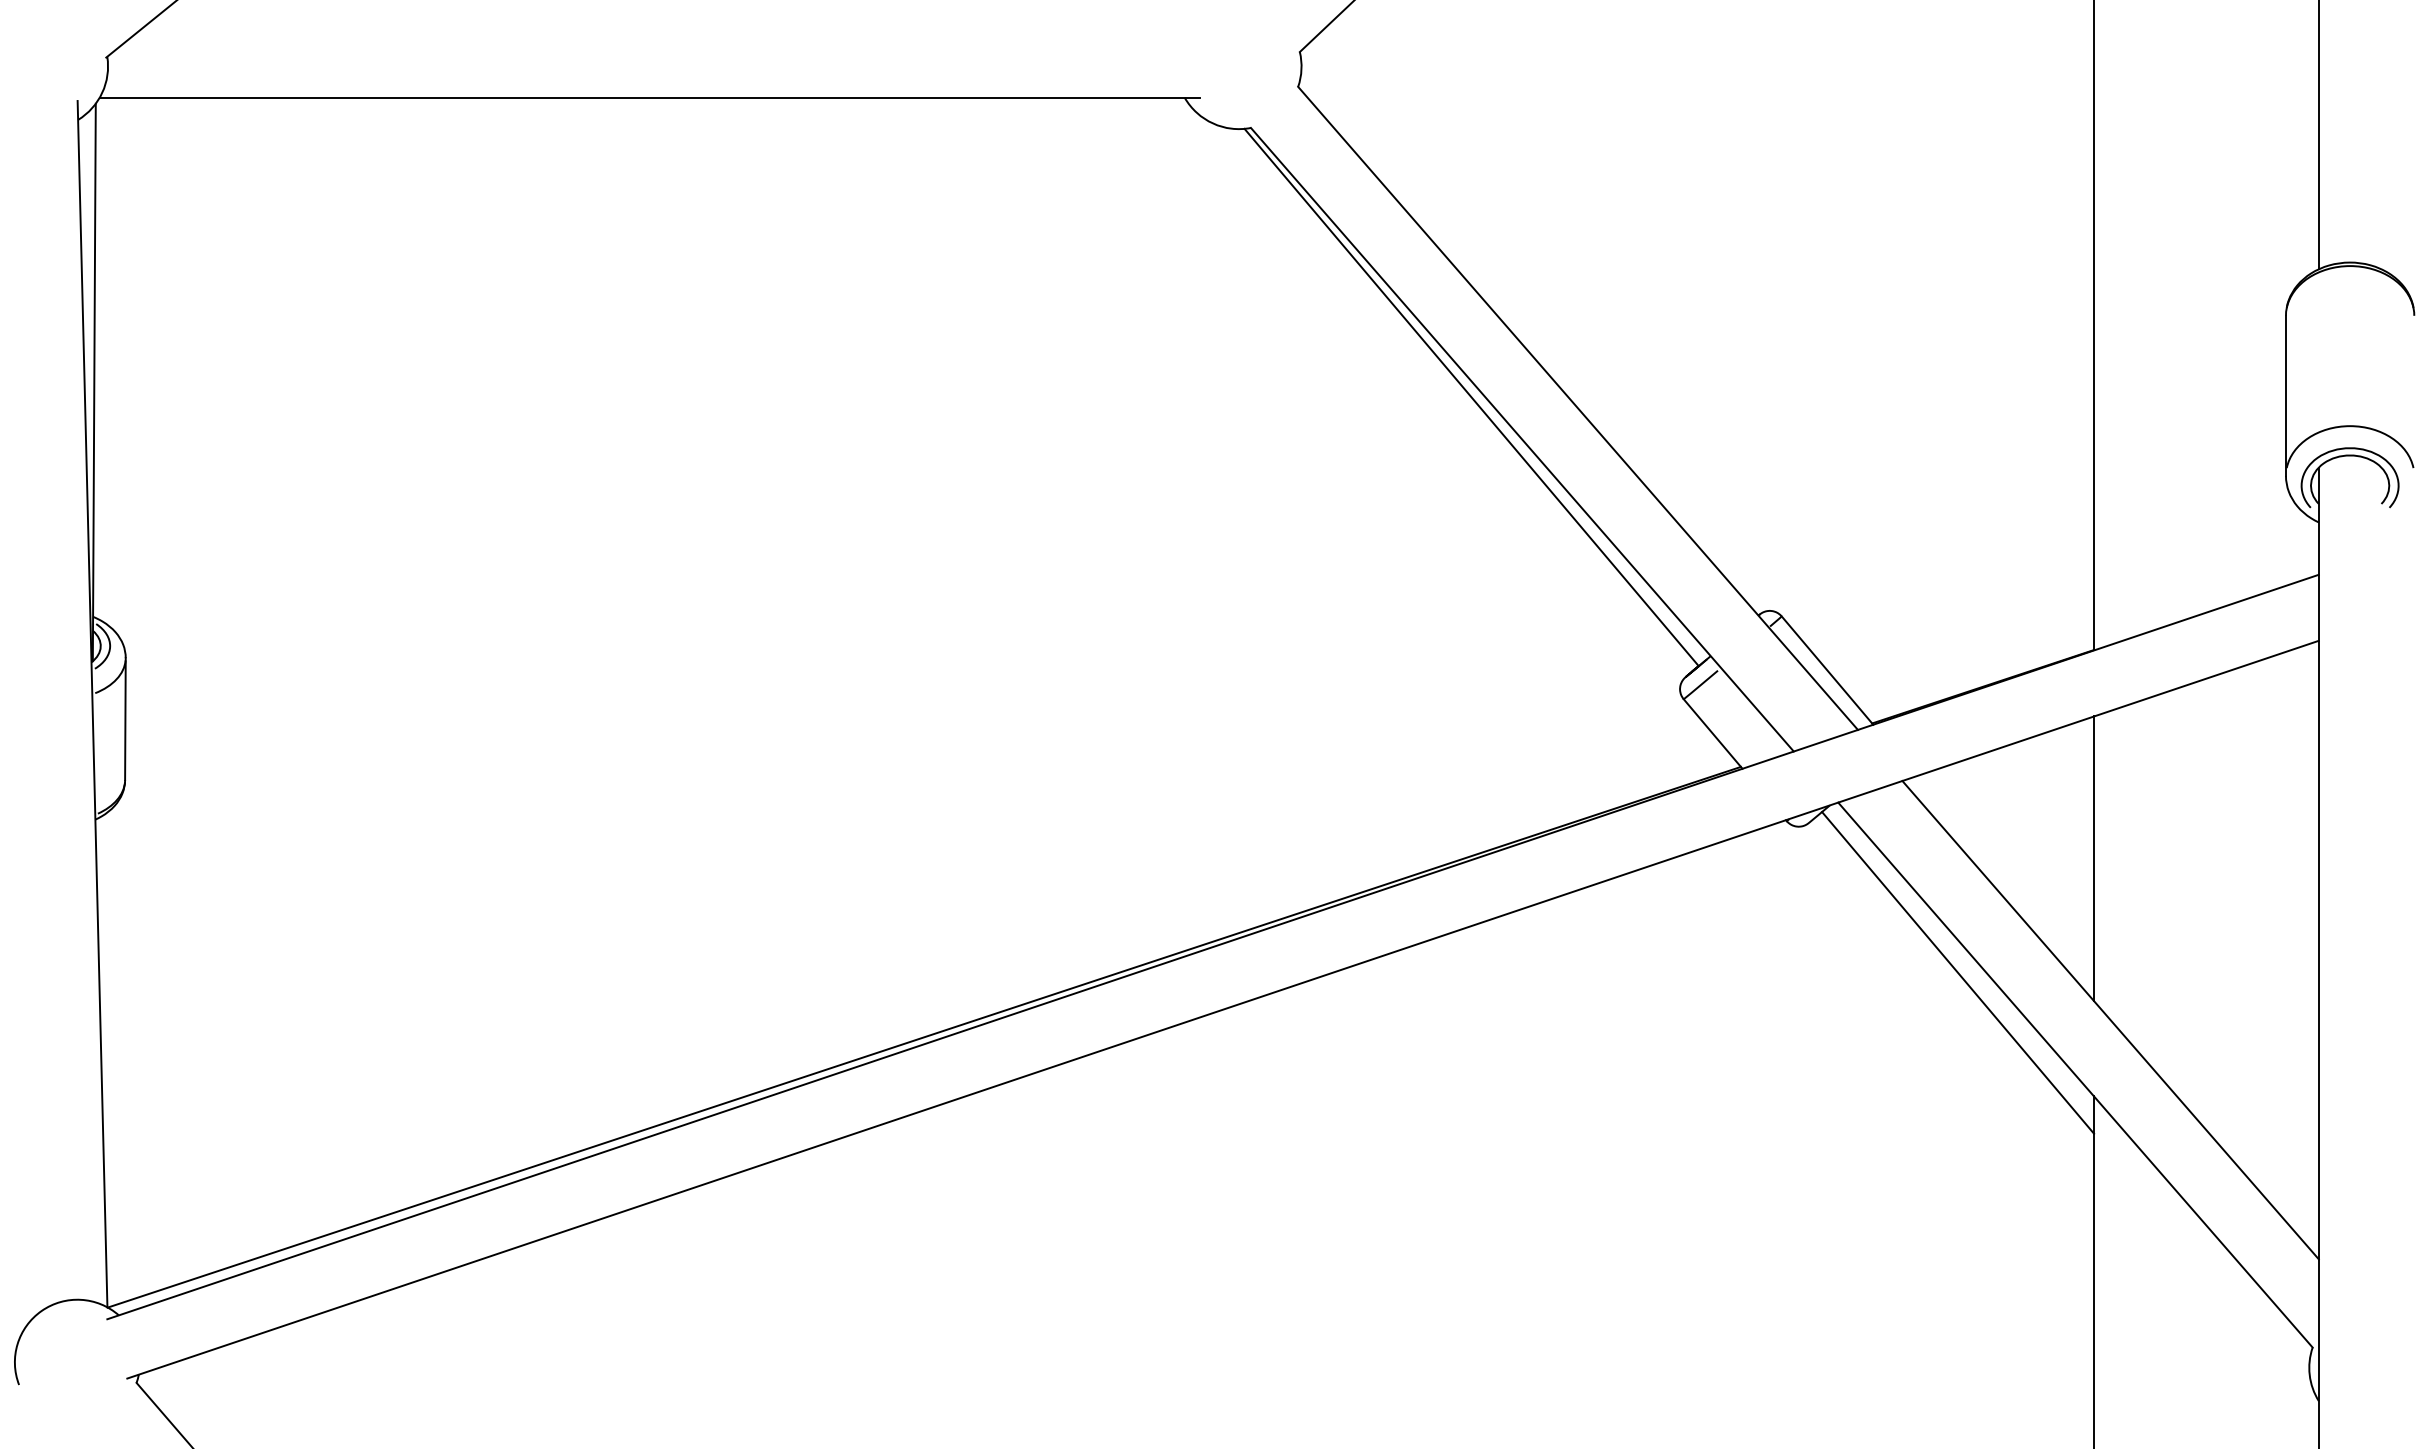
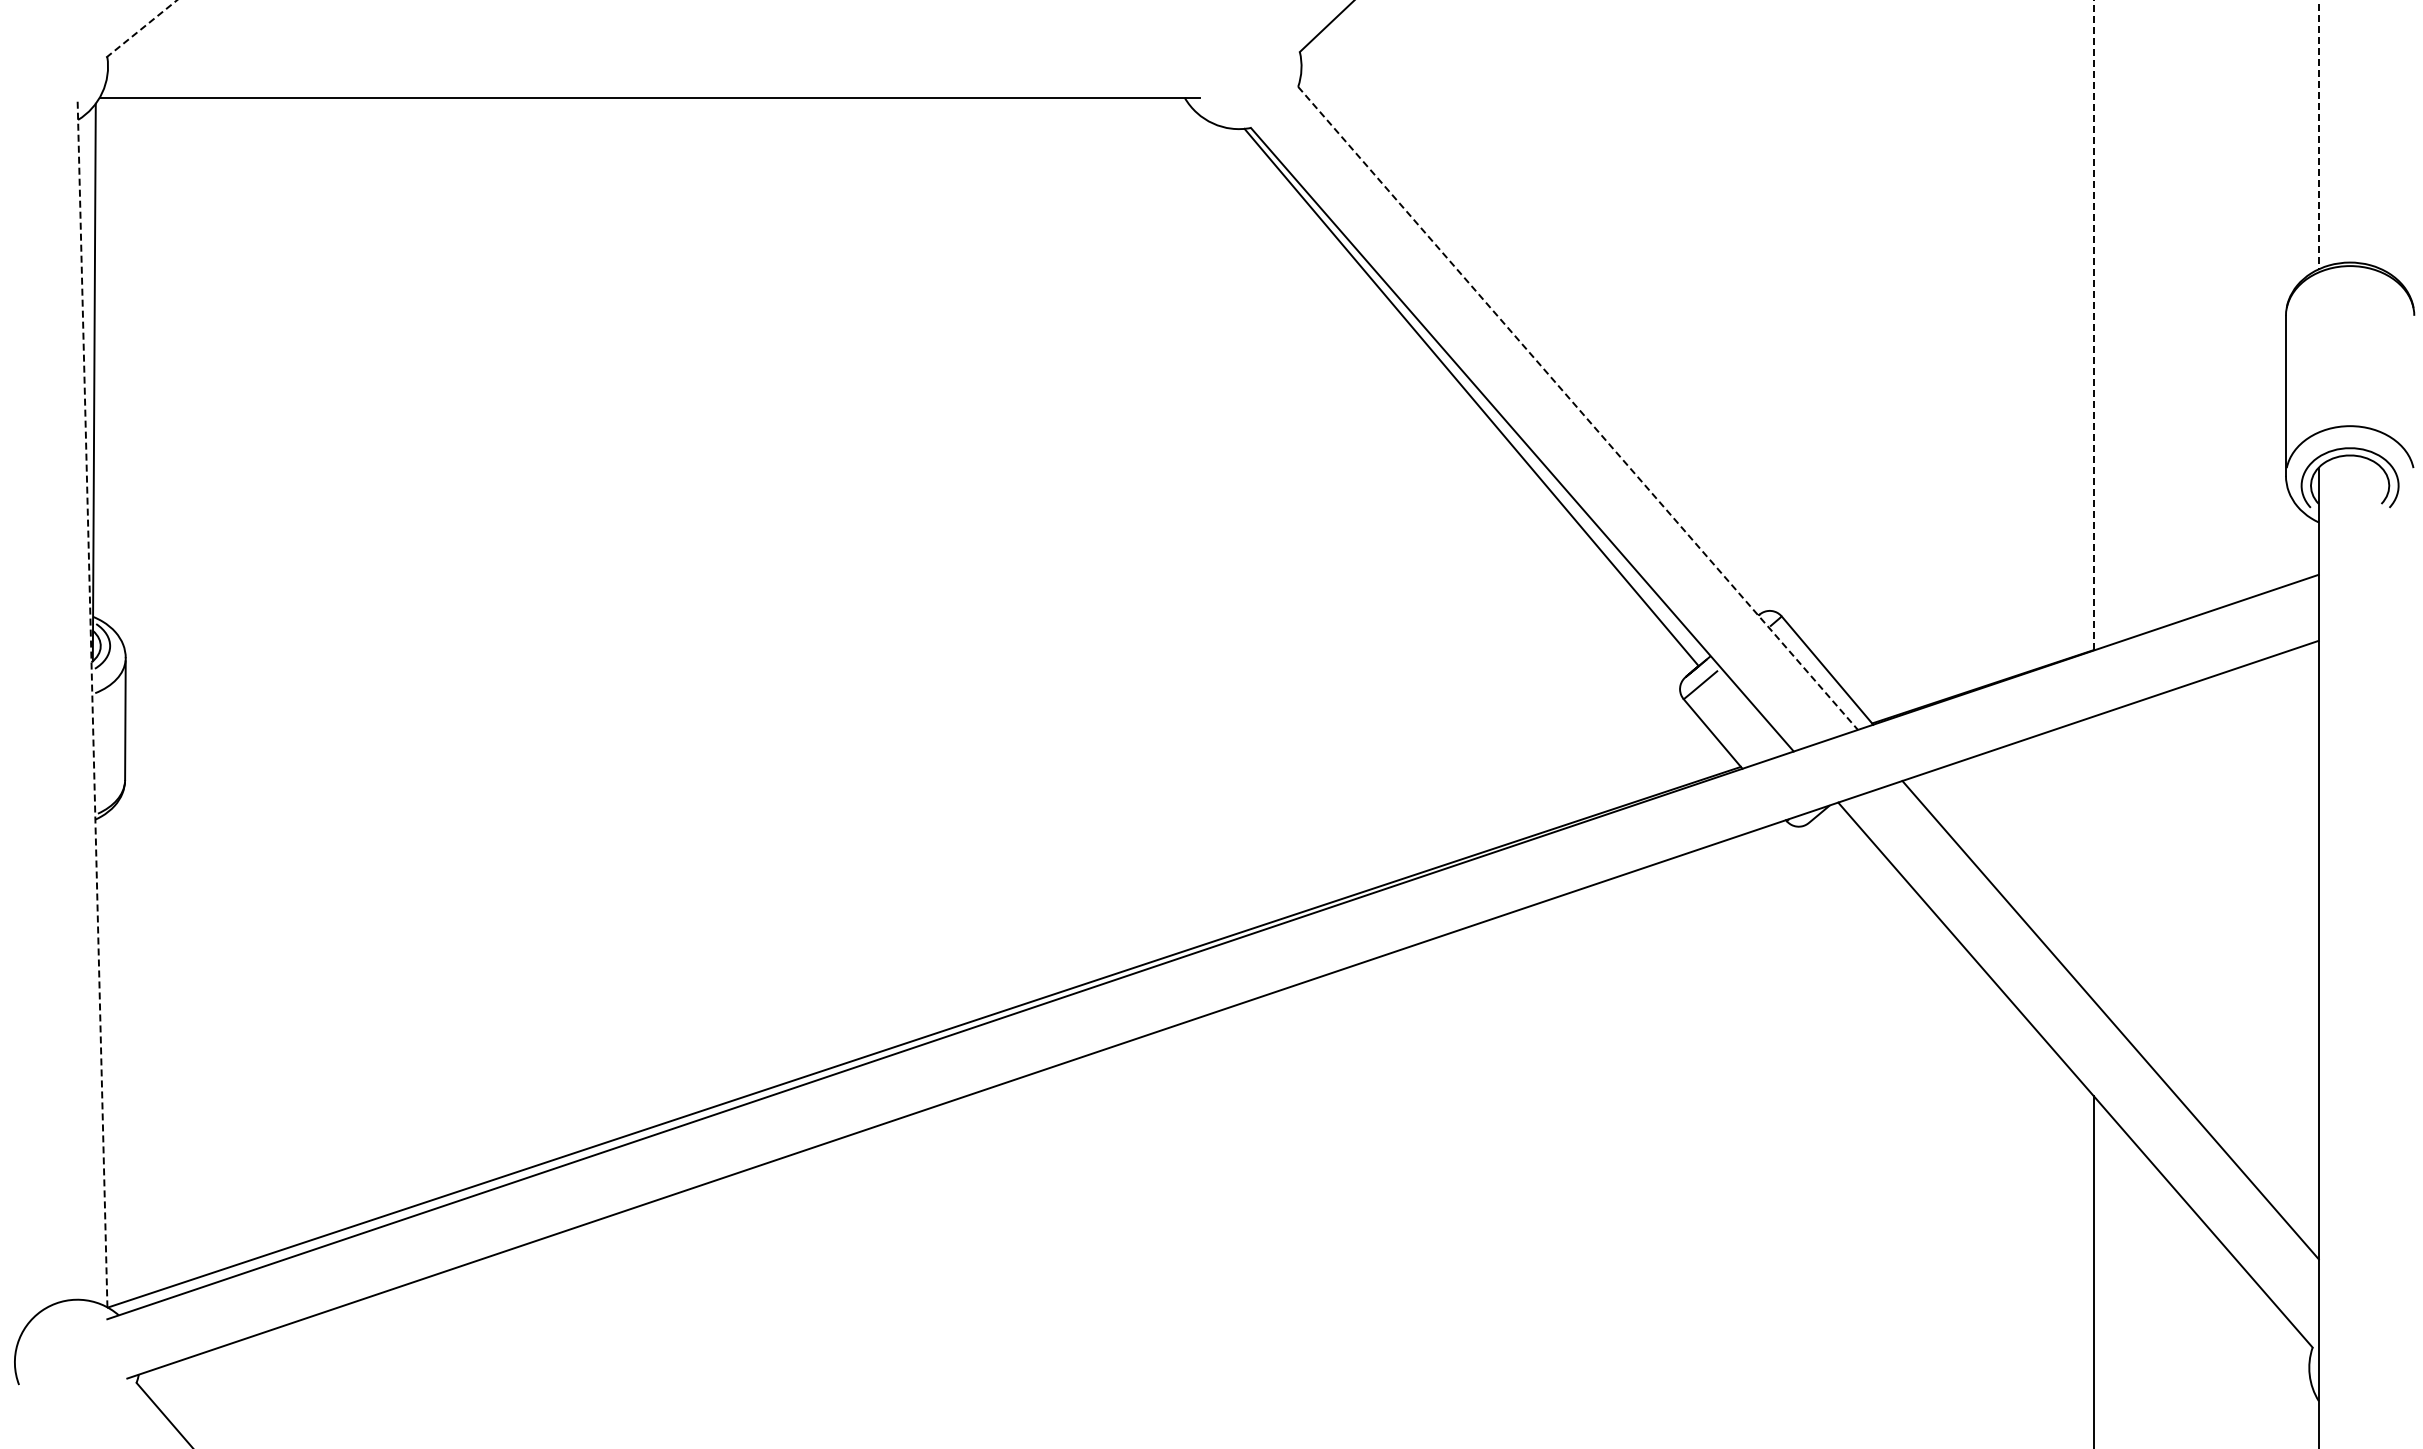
line at (142, 28): solid -> dashed
line at (2318, 135): solid -> dashed
line at (2094, 325): solid -> dashed
line at (1578, 408): solid -> dashed
line at (92, 703): solid -> dashed
line at (2094, 858): present -> none
line at (1958, 972): present -> none
